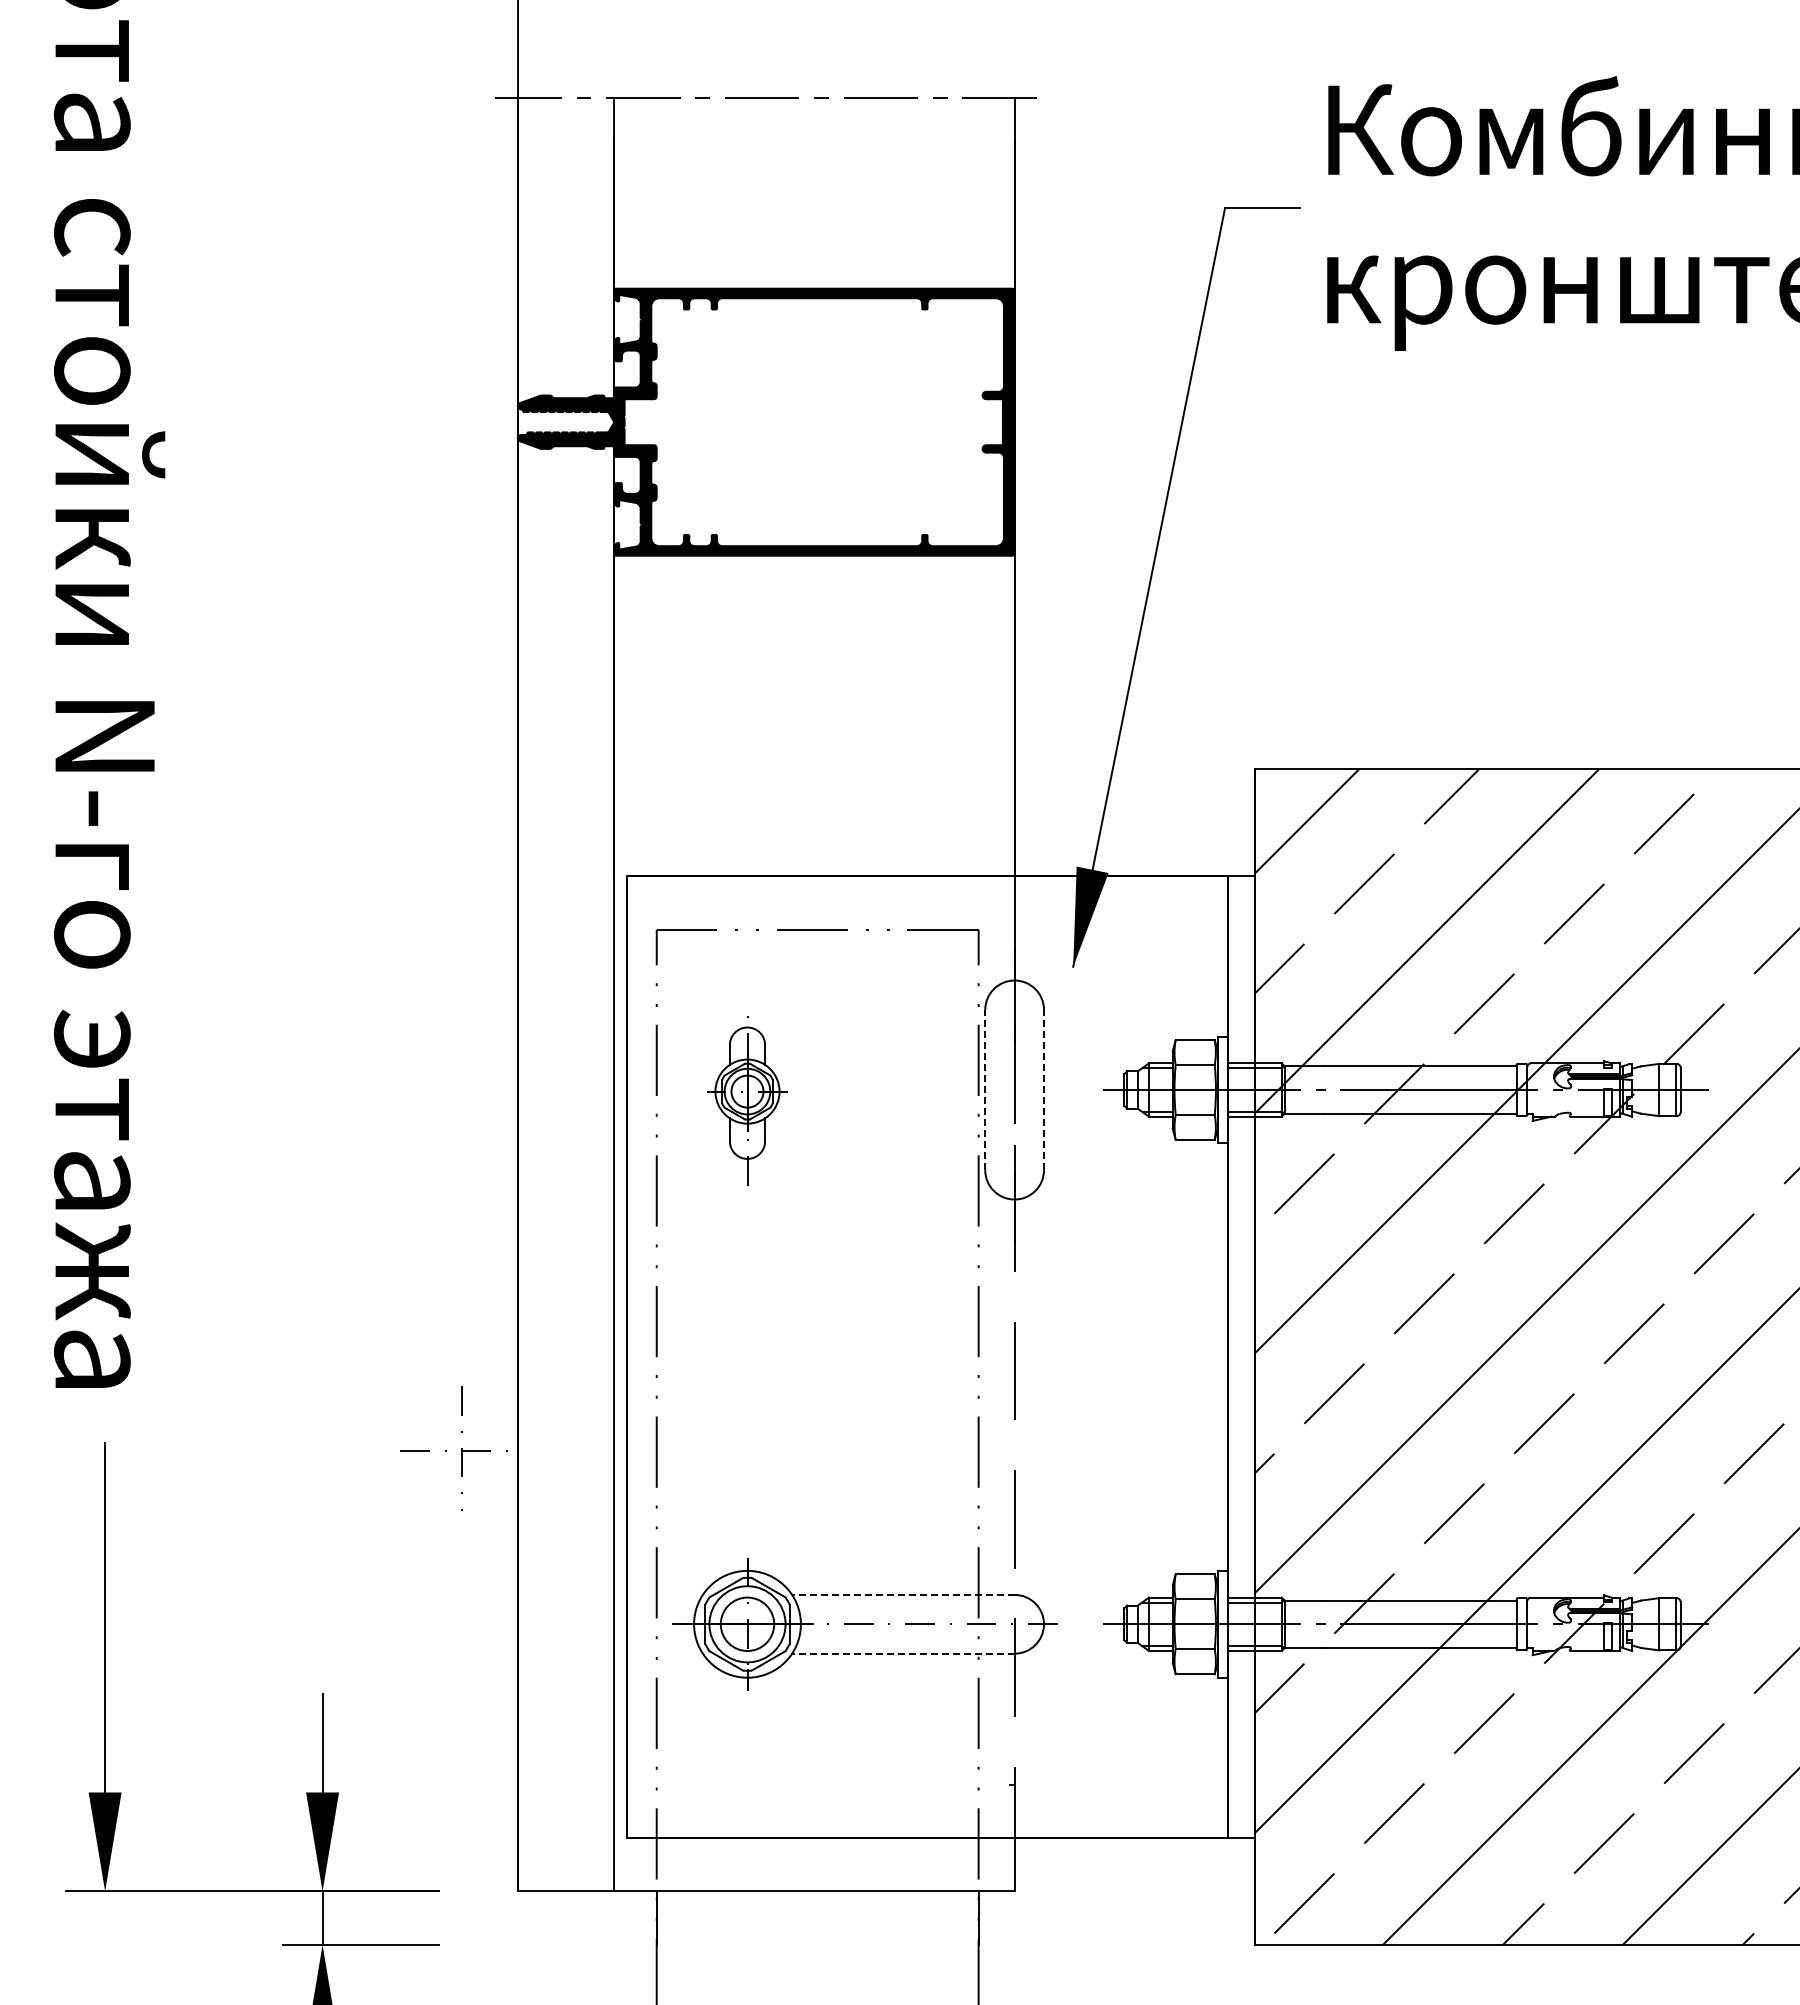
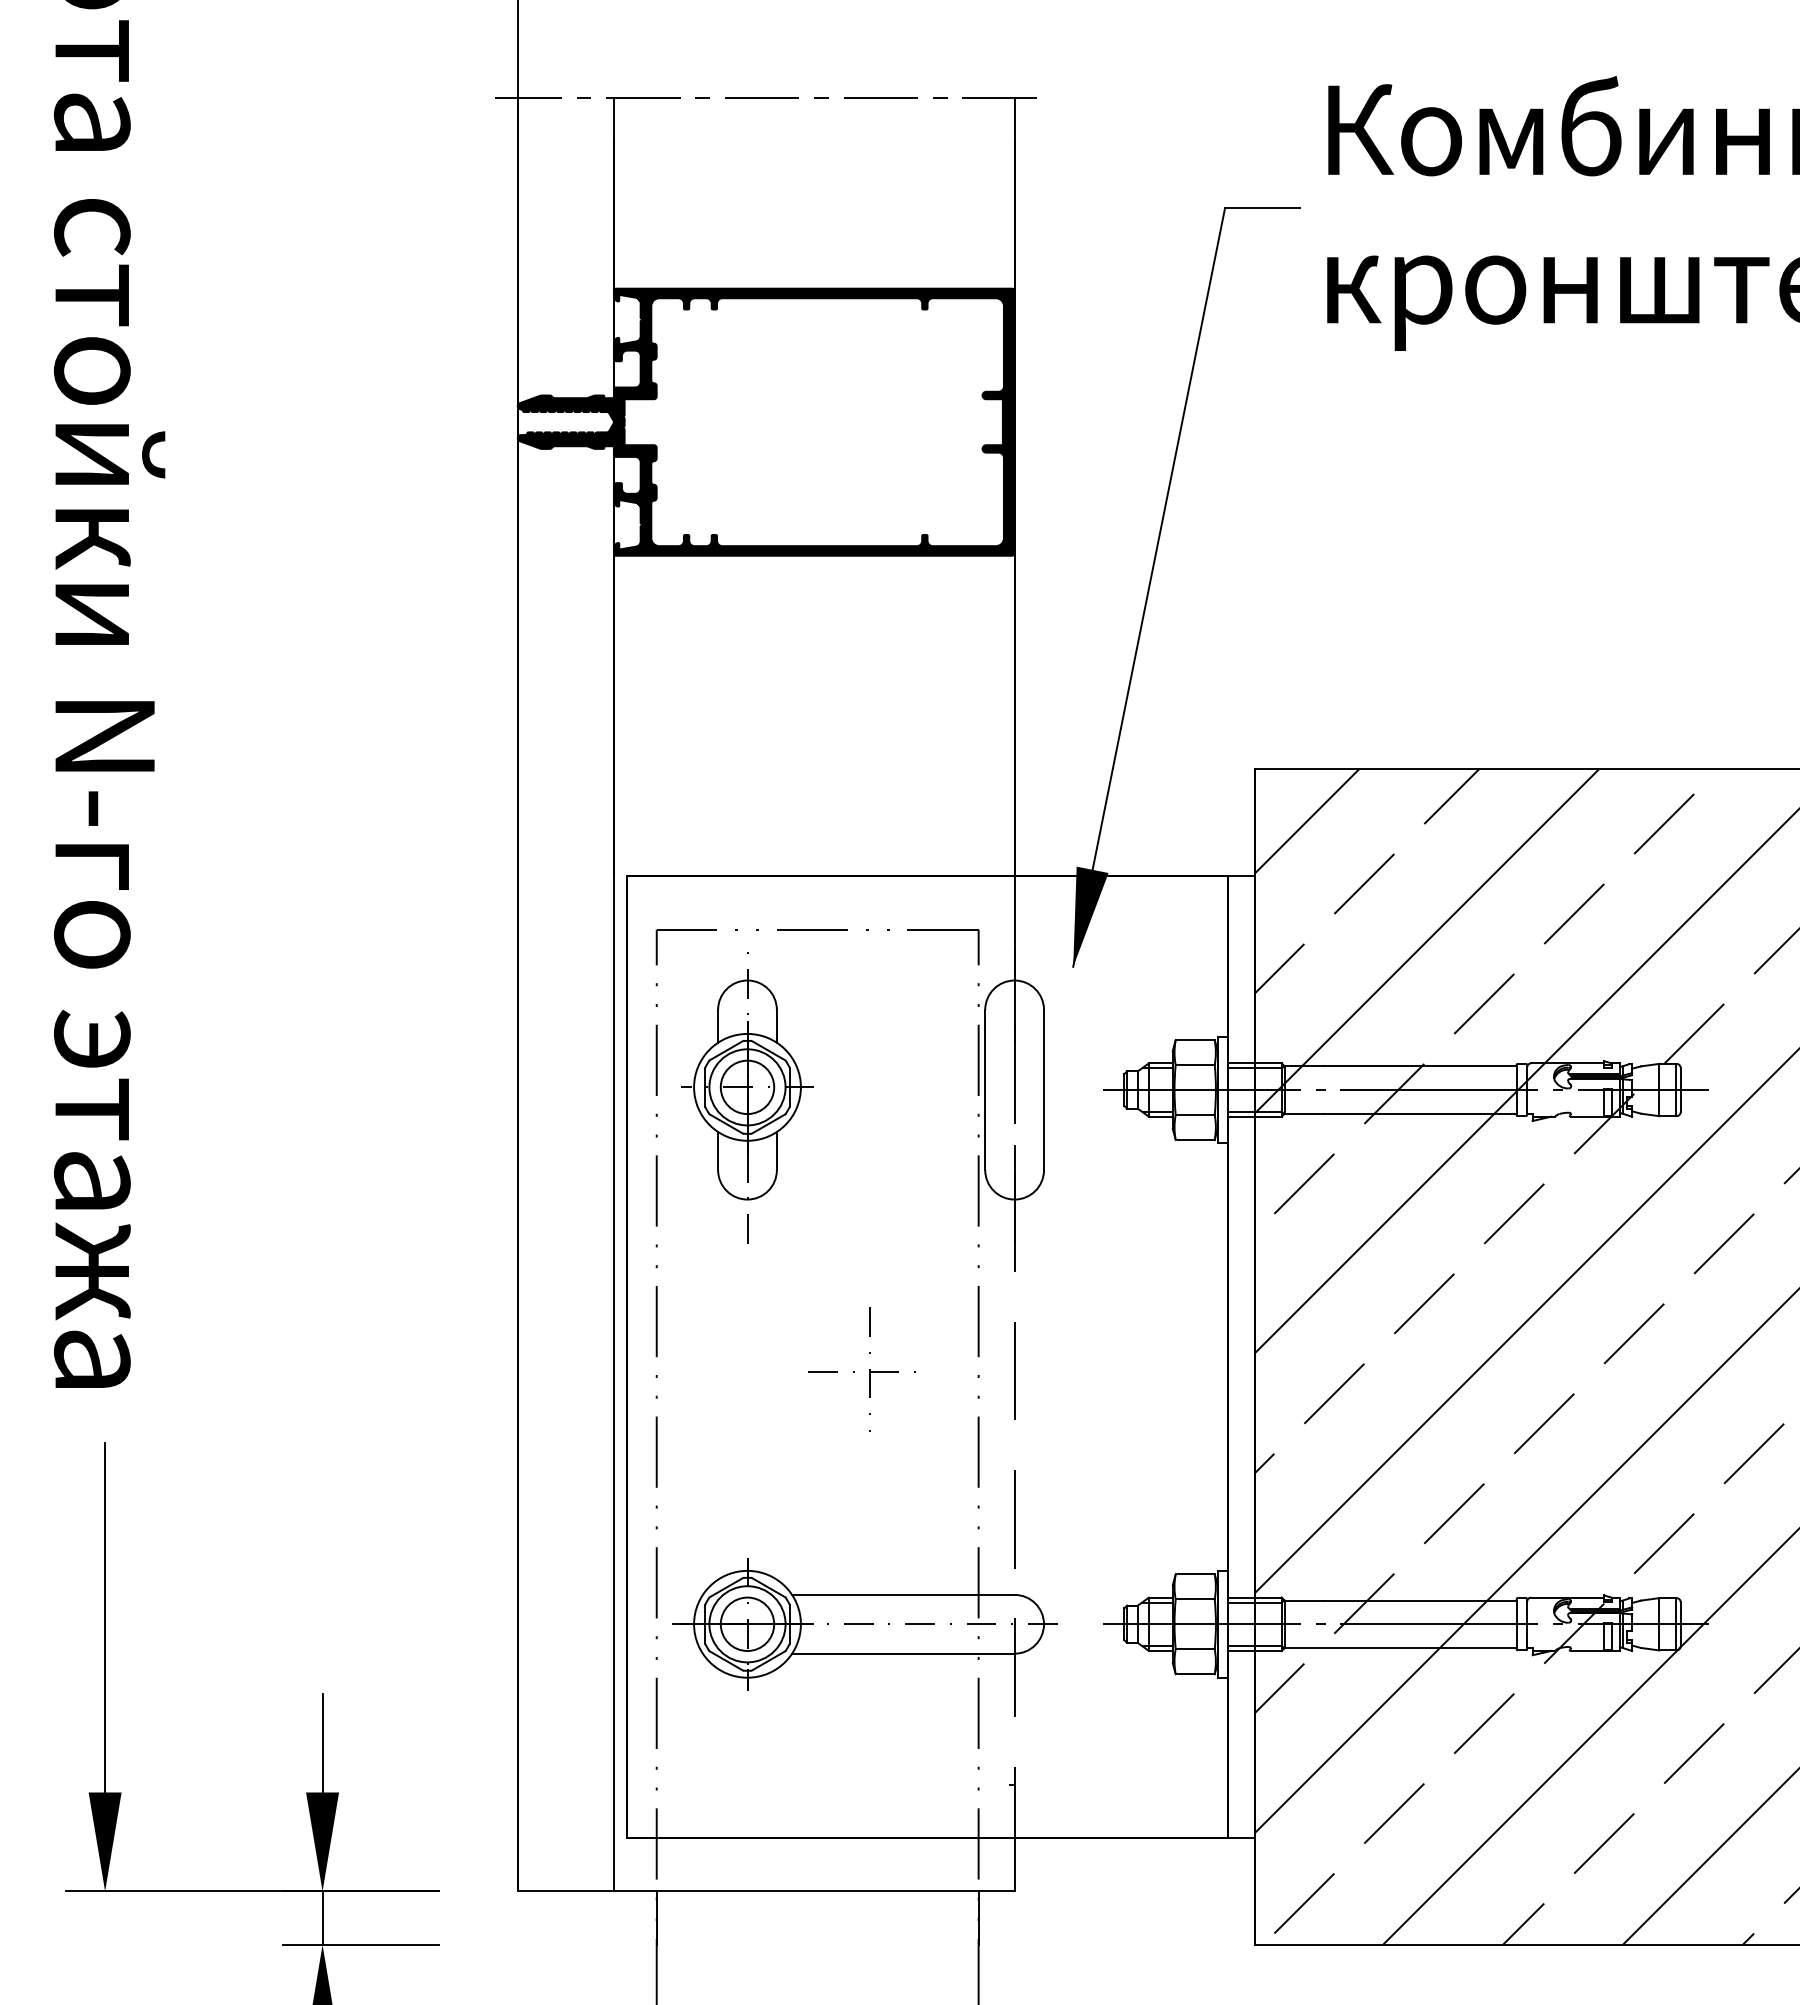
line at (985, 1089): dashed -> solid
line at (1044, 1089): dashed -> solid
part at (747, 1100) size: 81x170 px -> 133x292 px
part at (446, 1450) position: (446, 1450) -> (854, 1371)
line at (902, 1594): dashed -> solid
line at (902, 1653): dashed -> solid
